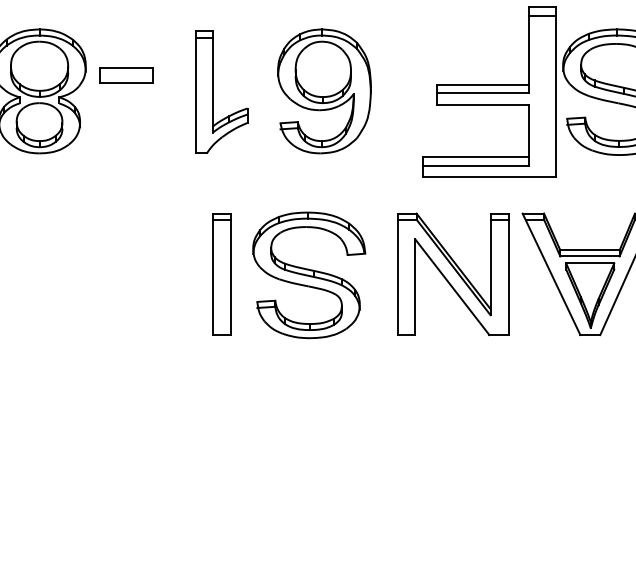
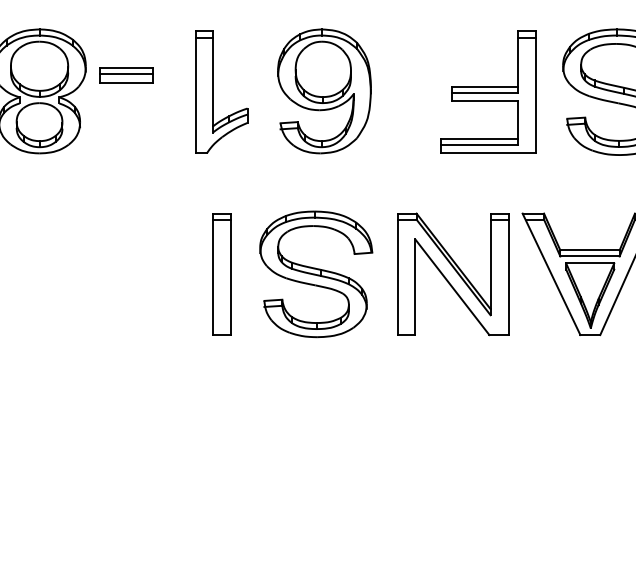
line at (126, 74): none -> present
part at (489, 91) size: 135x172 px -> 97x124 px
part at (309, 275) position: (309, 275) -> (316, 274)
